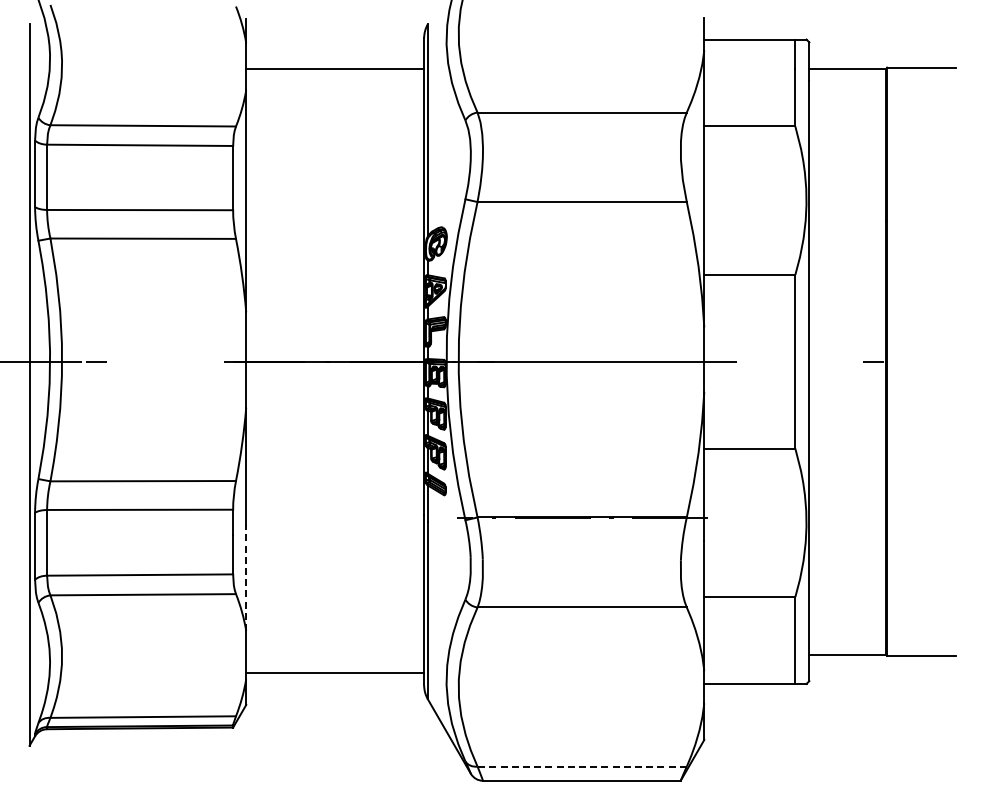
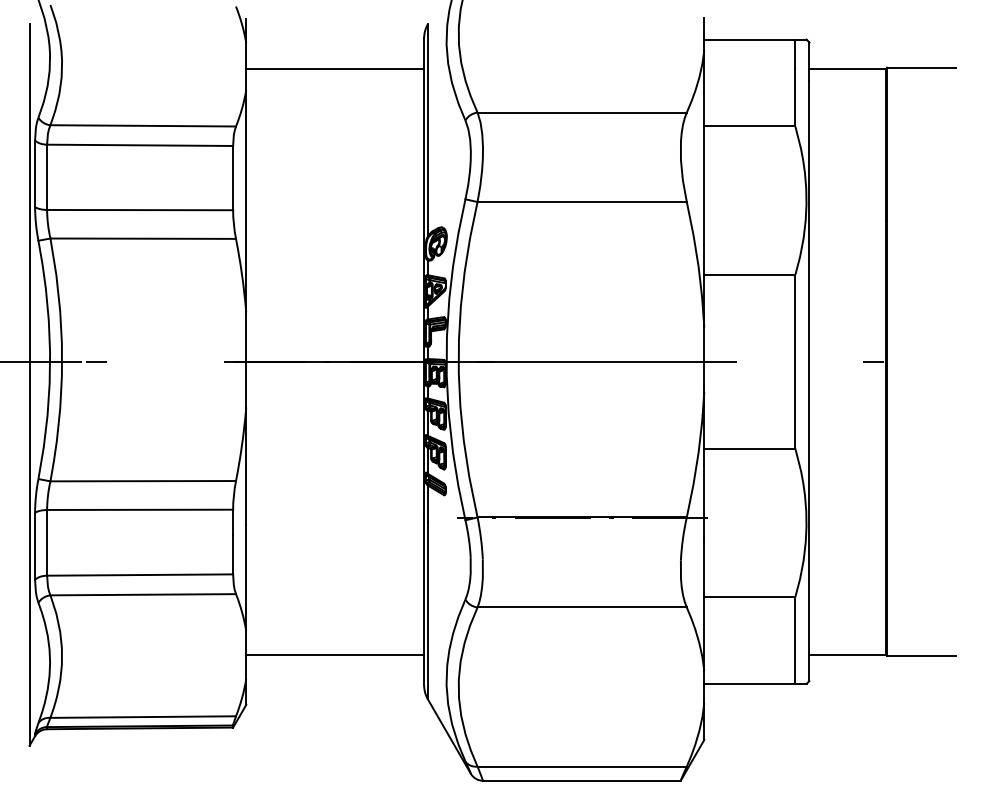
line at (246, 577): dashed -> solid
line at (335, 672) position: (335, 672) -> (335, 654)
line at (582, 766): dashed -> solid
